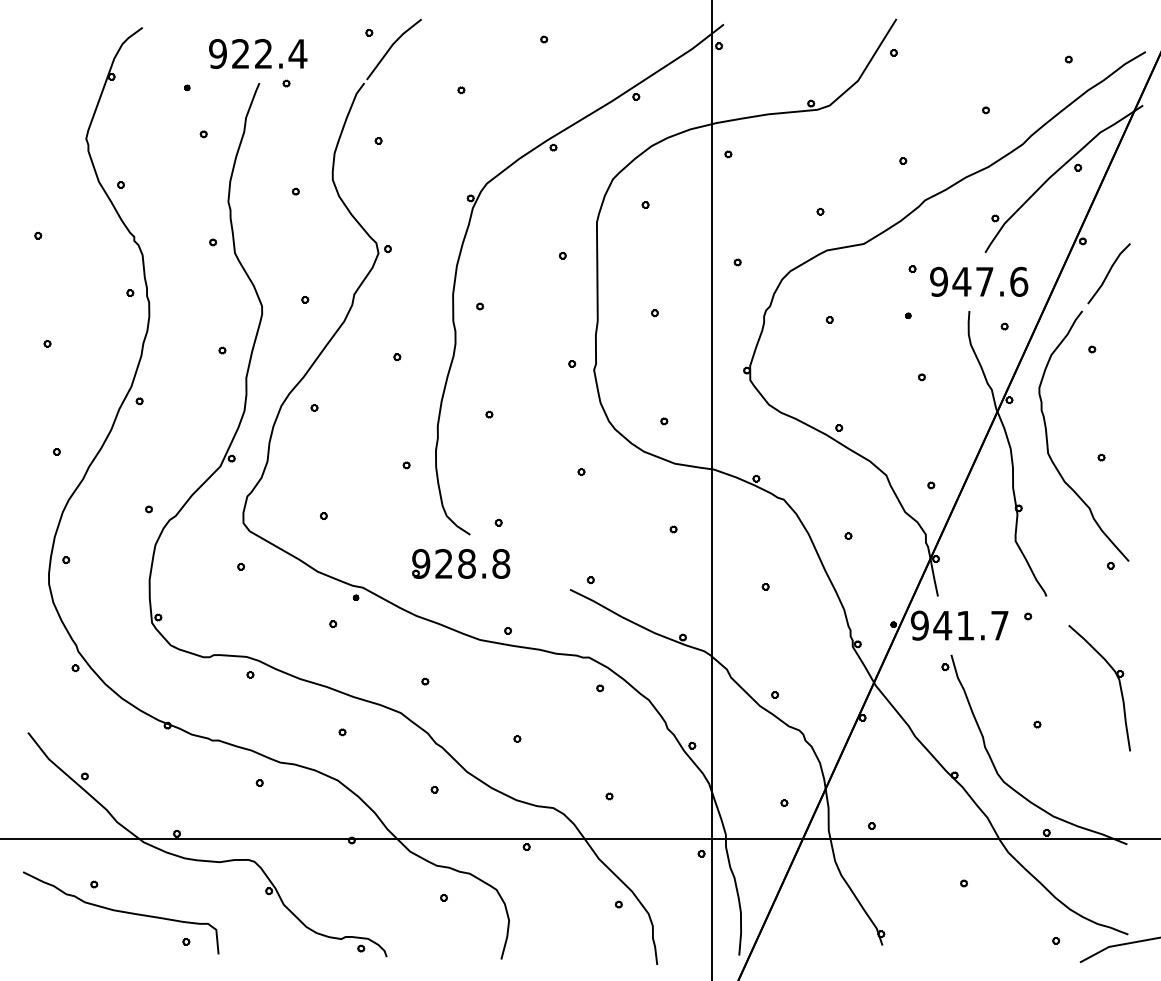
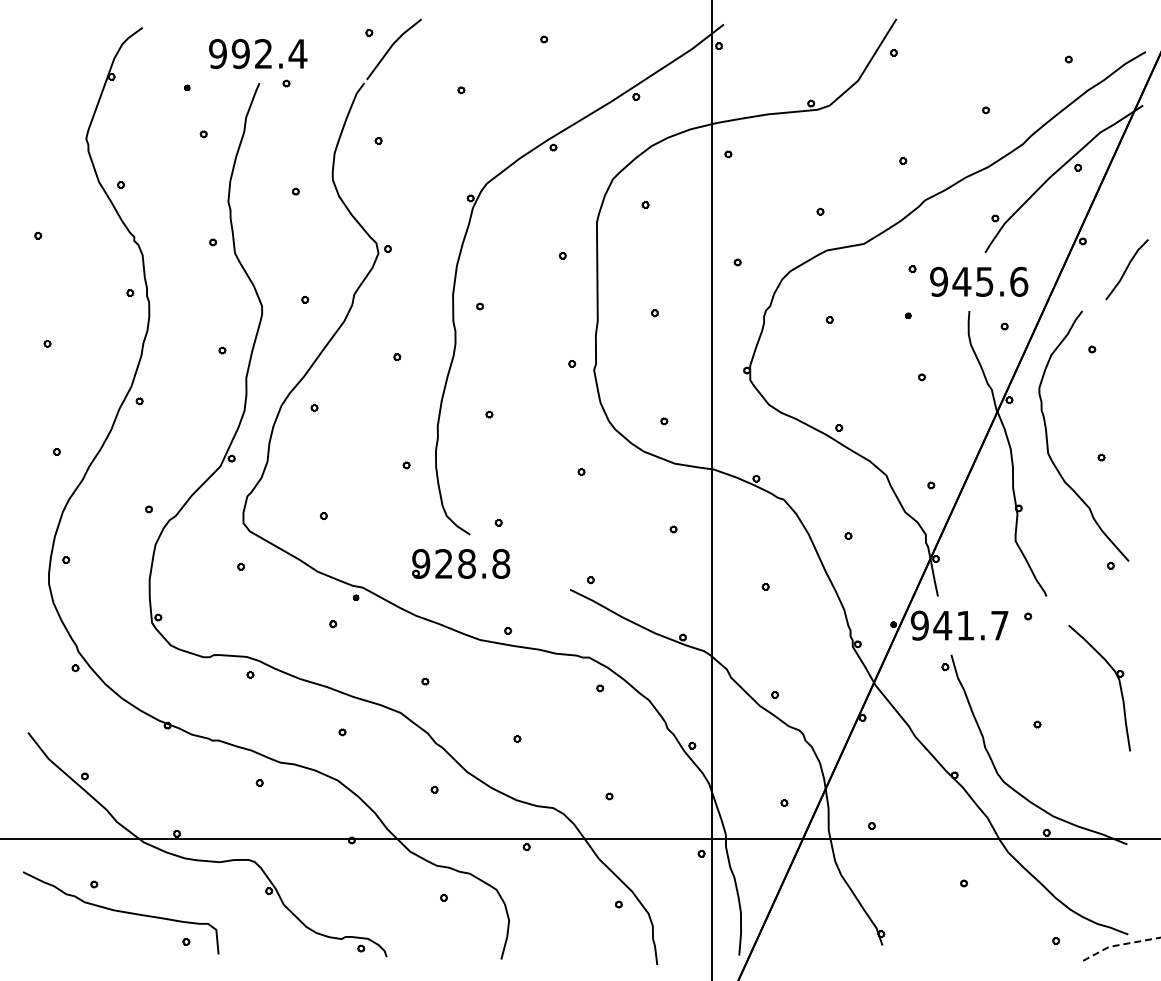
text at (240, 53): 922.4 -> 992.4
curve at (1108, 273) position: (1108, 273) -> (1126, 269)
text at (984, 281): 947.6 -> 945.6
line at (1117, 945): solid -> dashed
